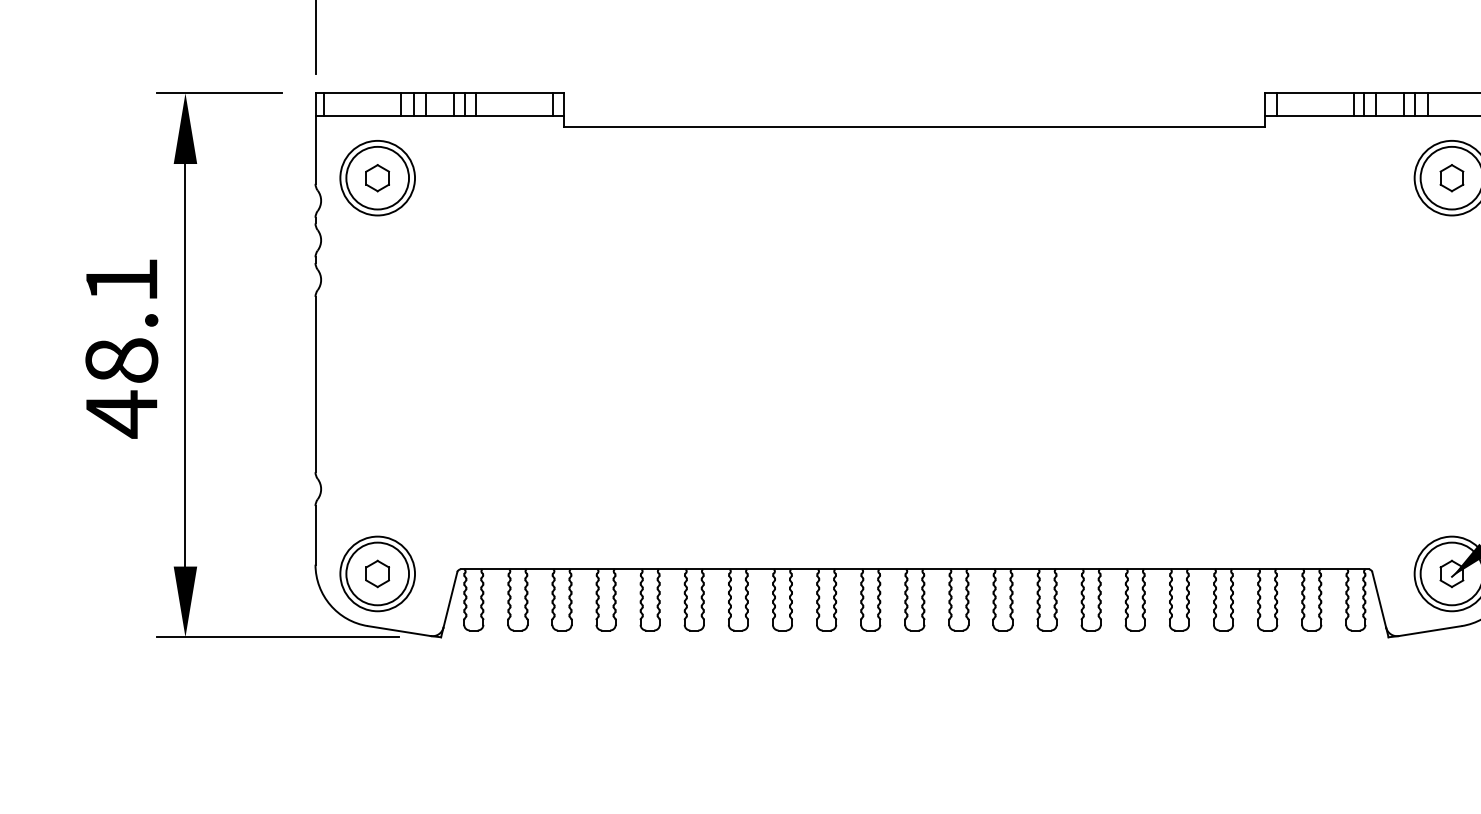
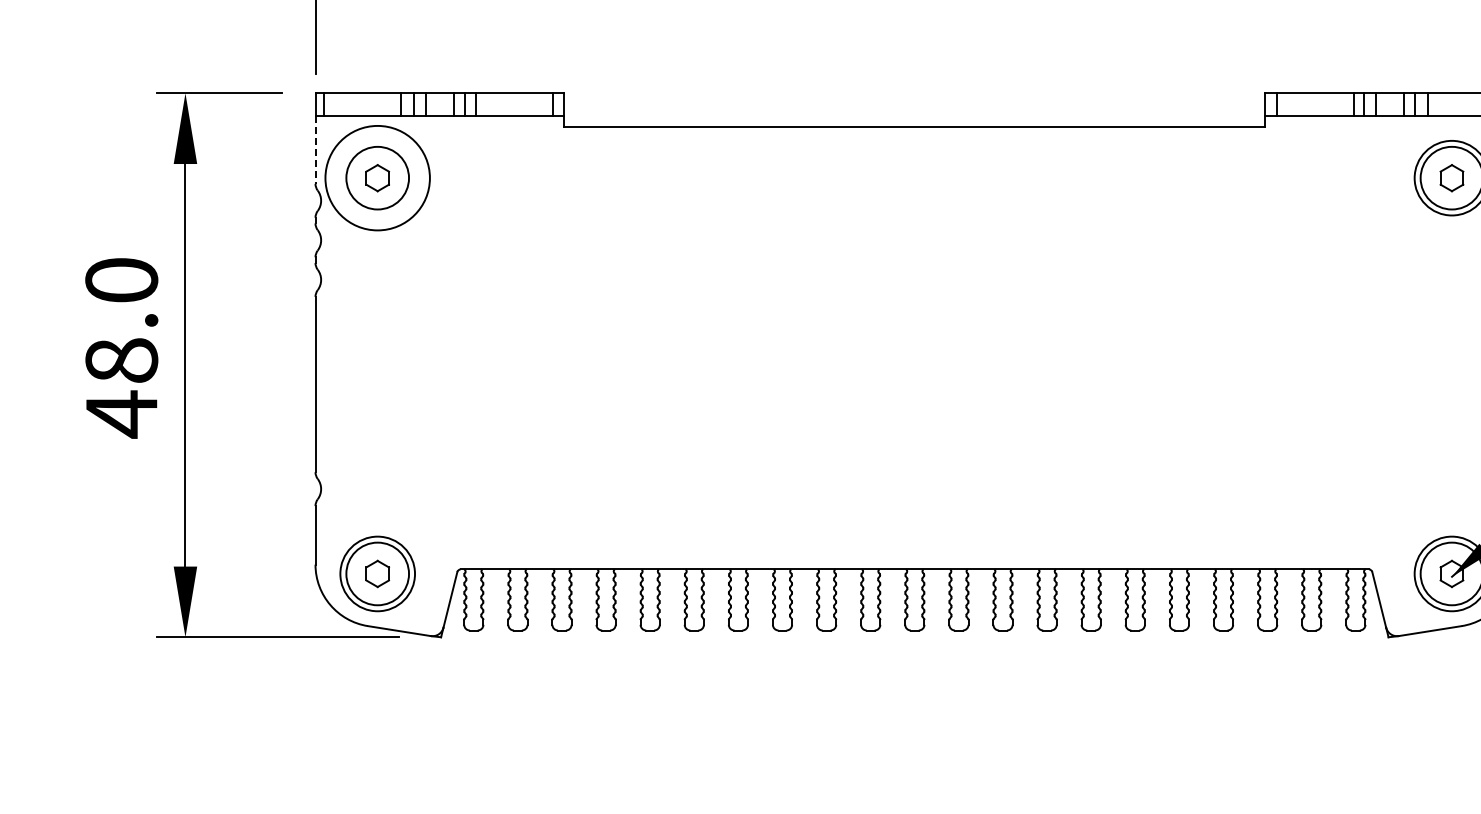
line at (315, 149): solid -> dashed
circle at (377, 177) diameter: 75 px -> 104 px
text at (121, 280): 48.1 -> 48.0
